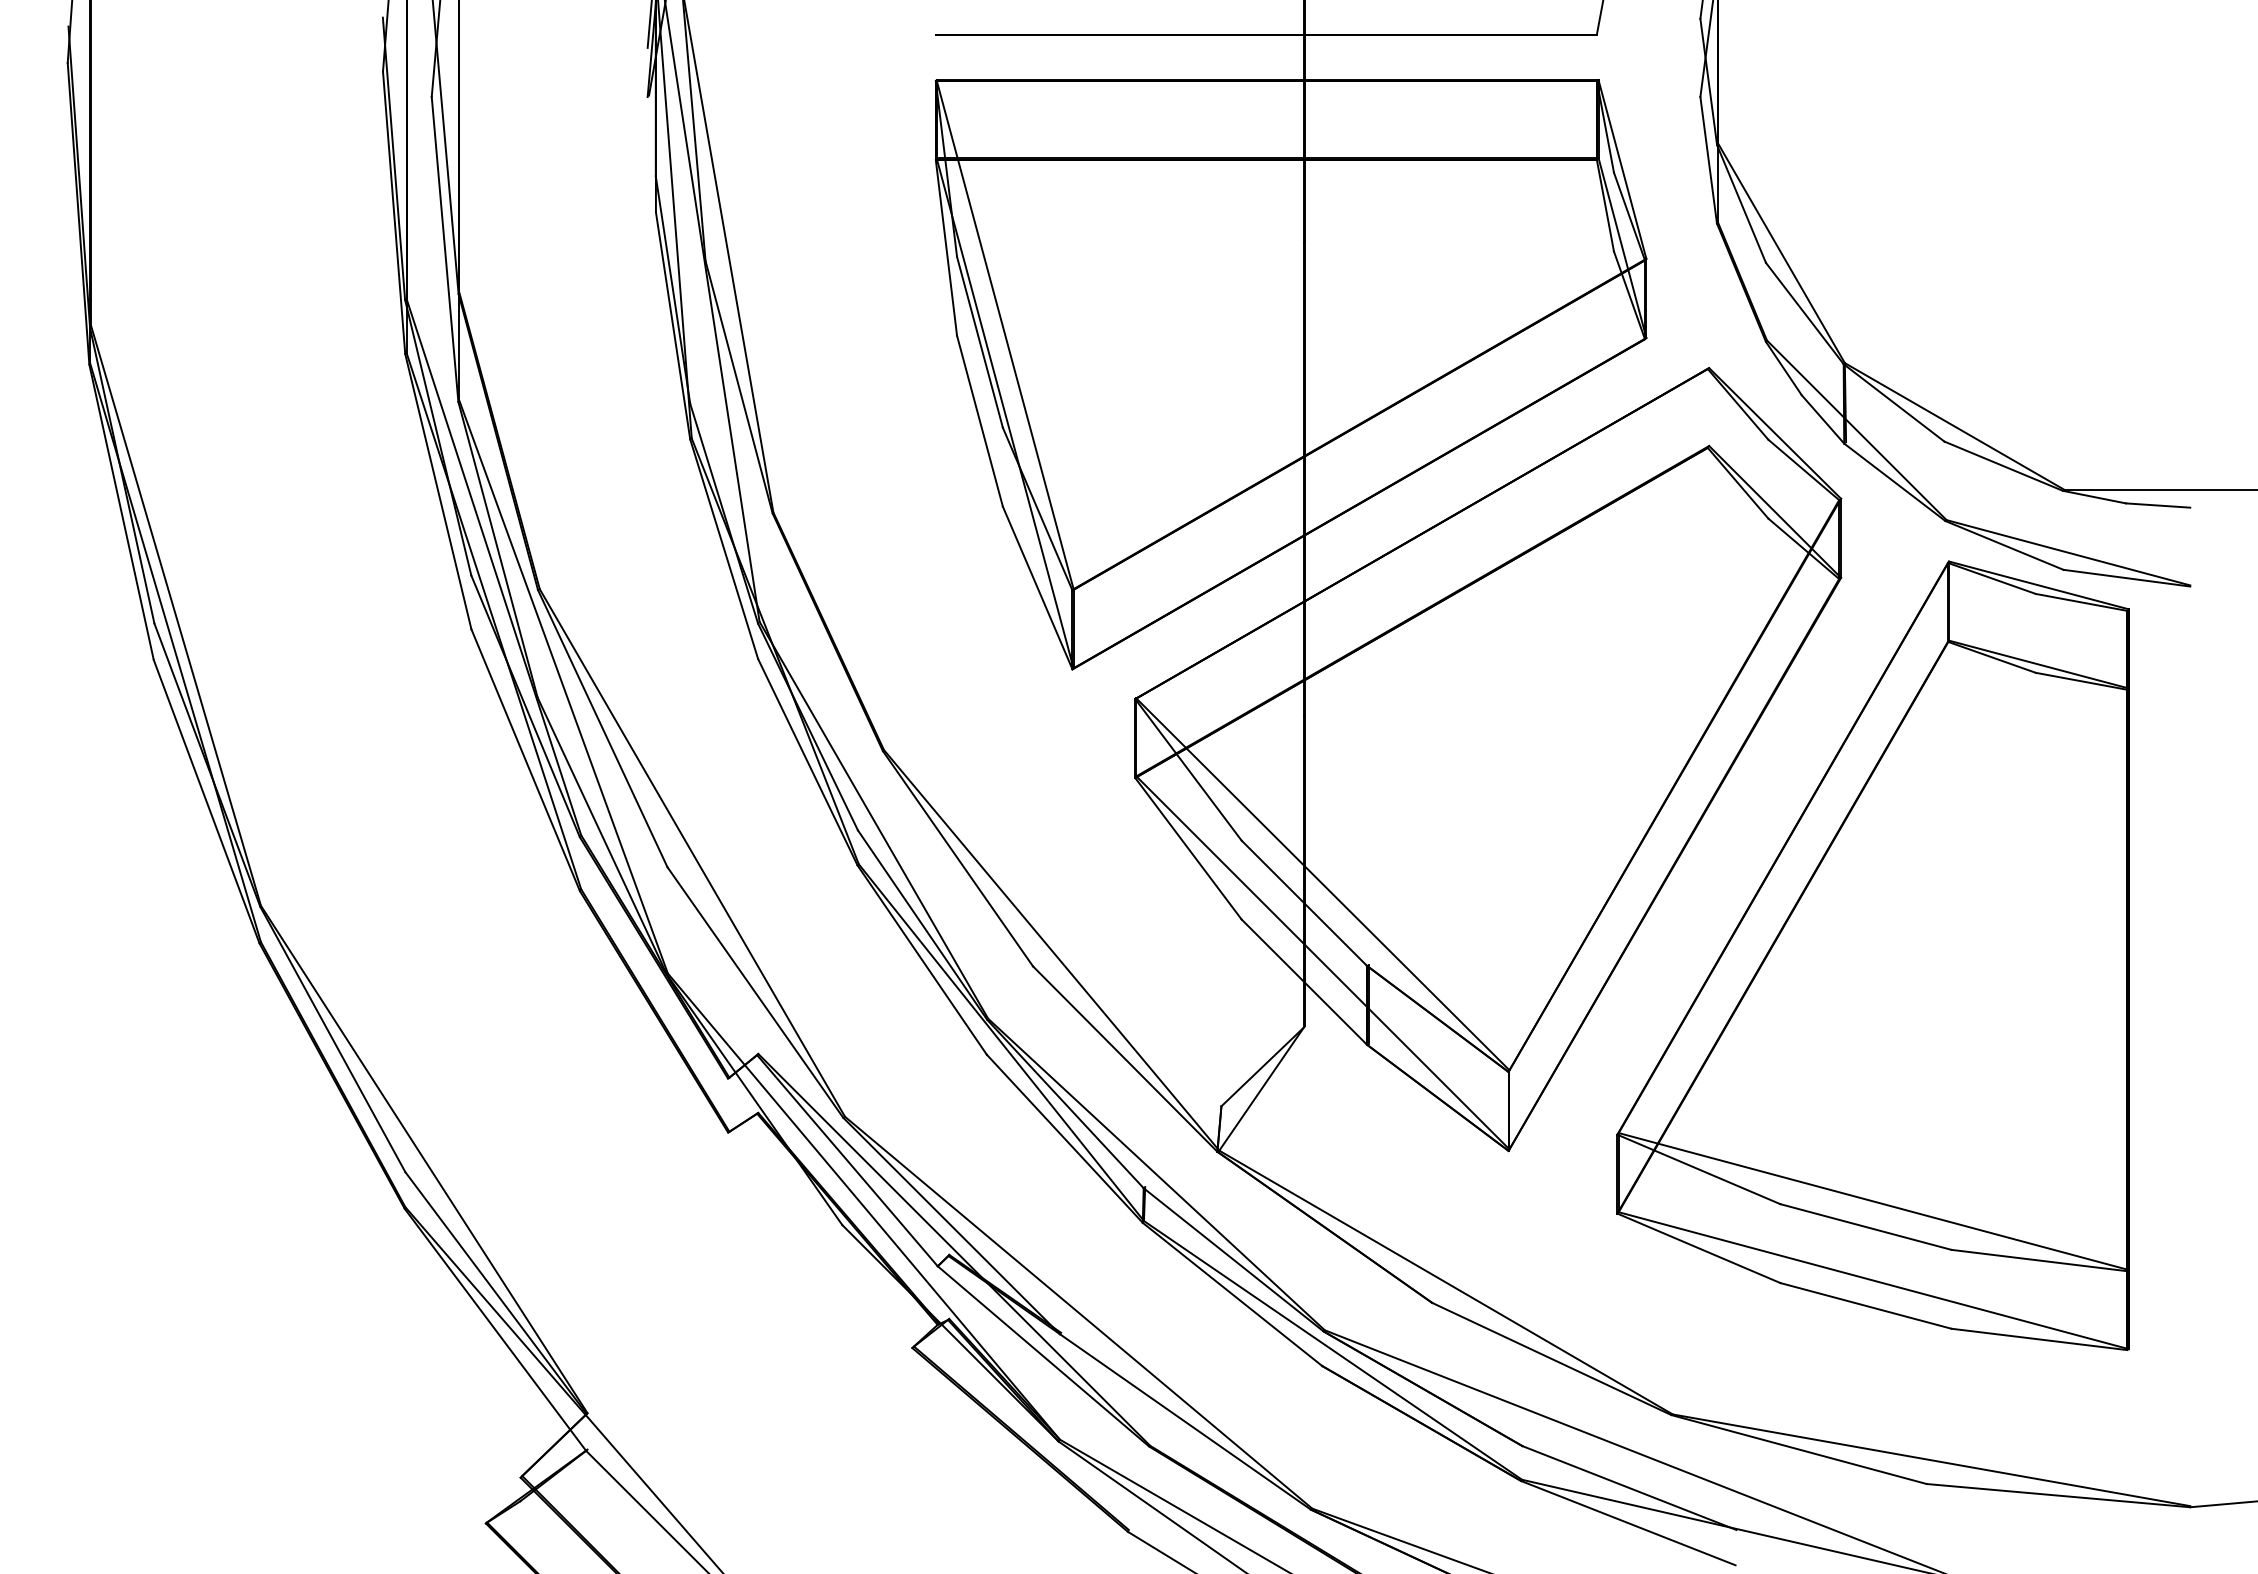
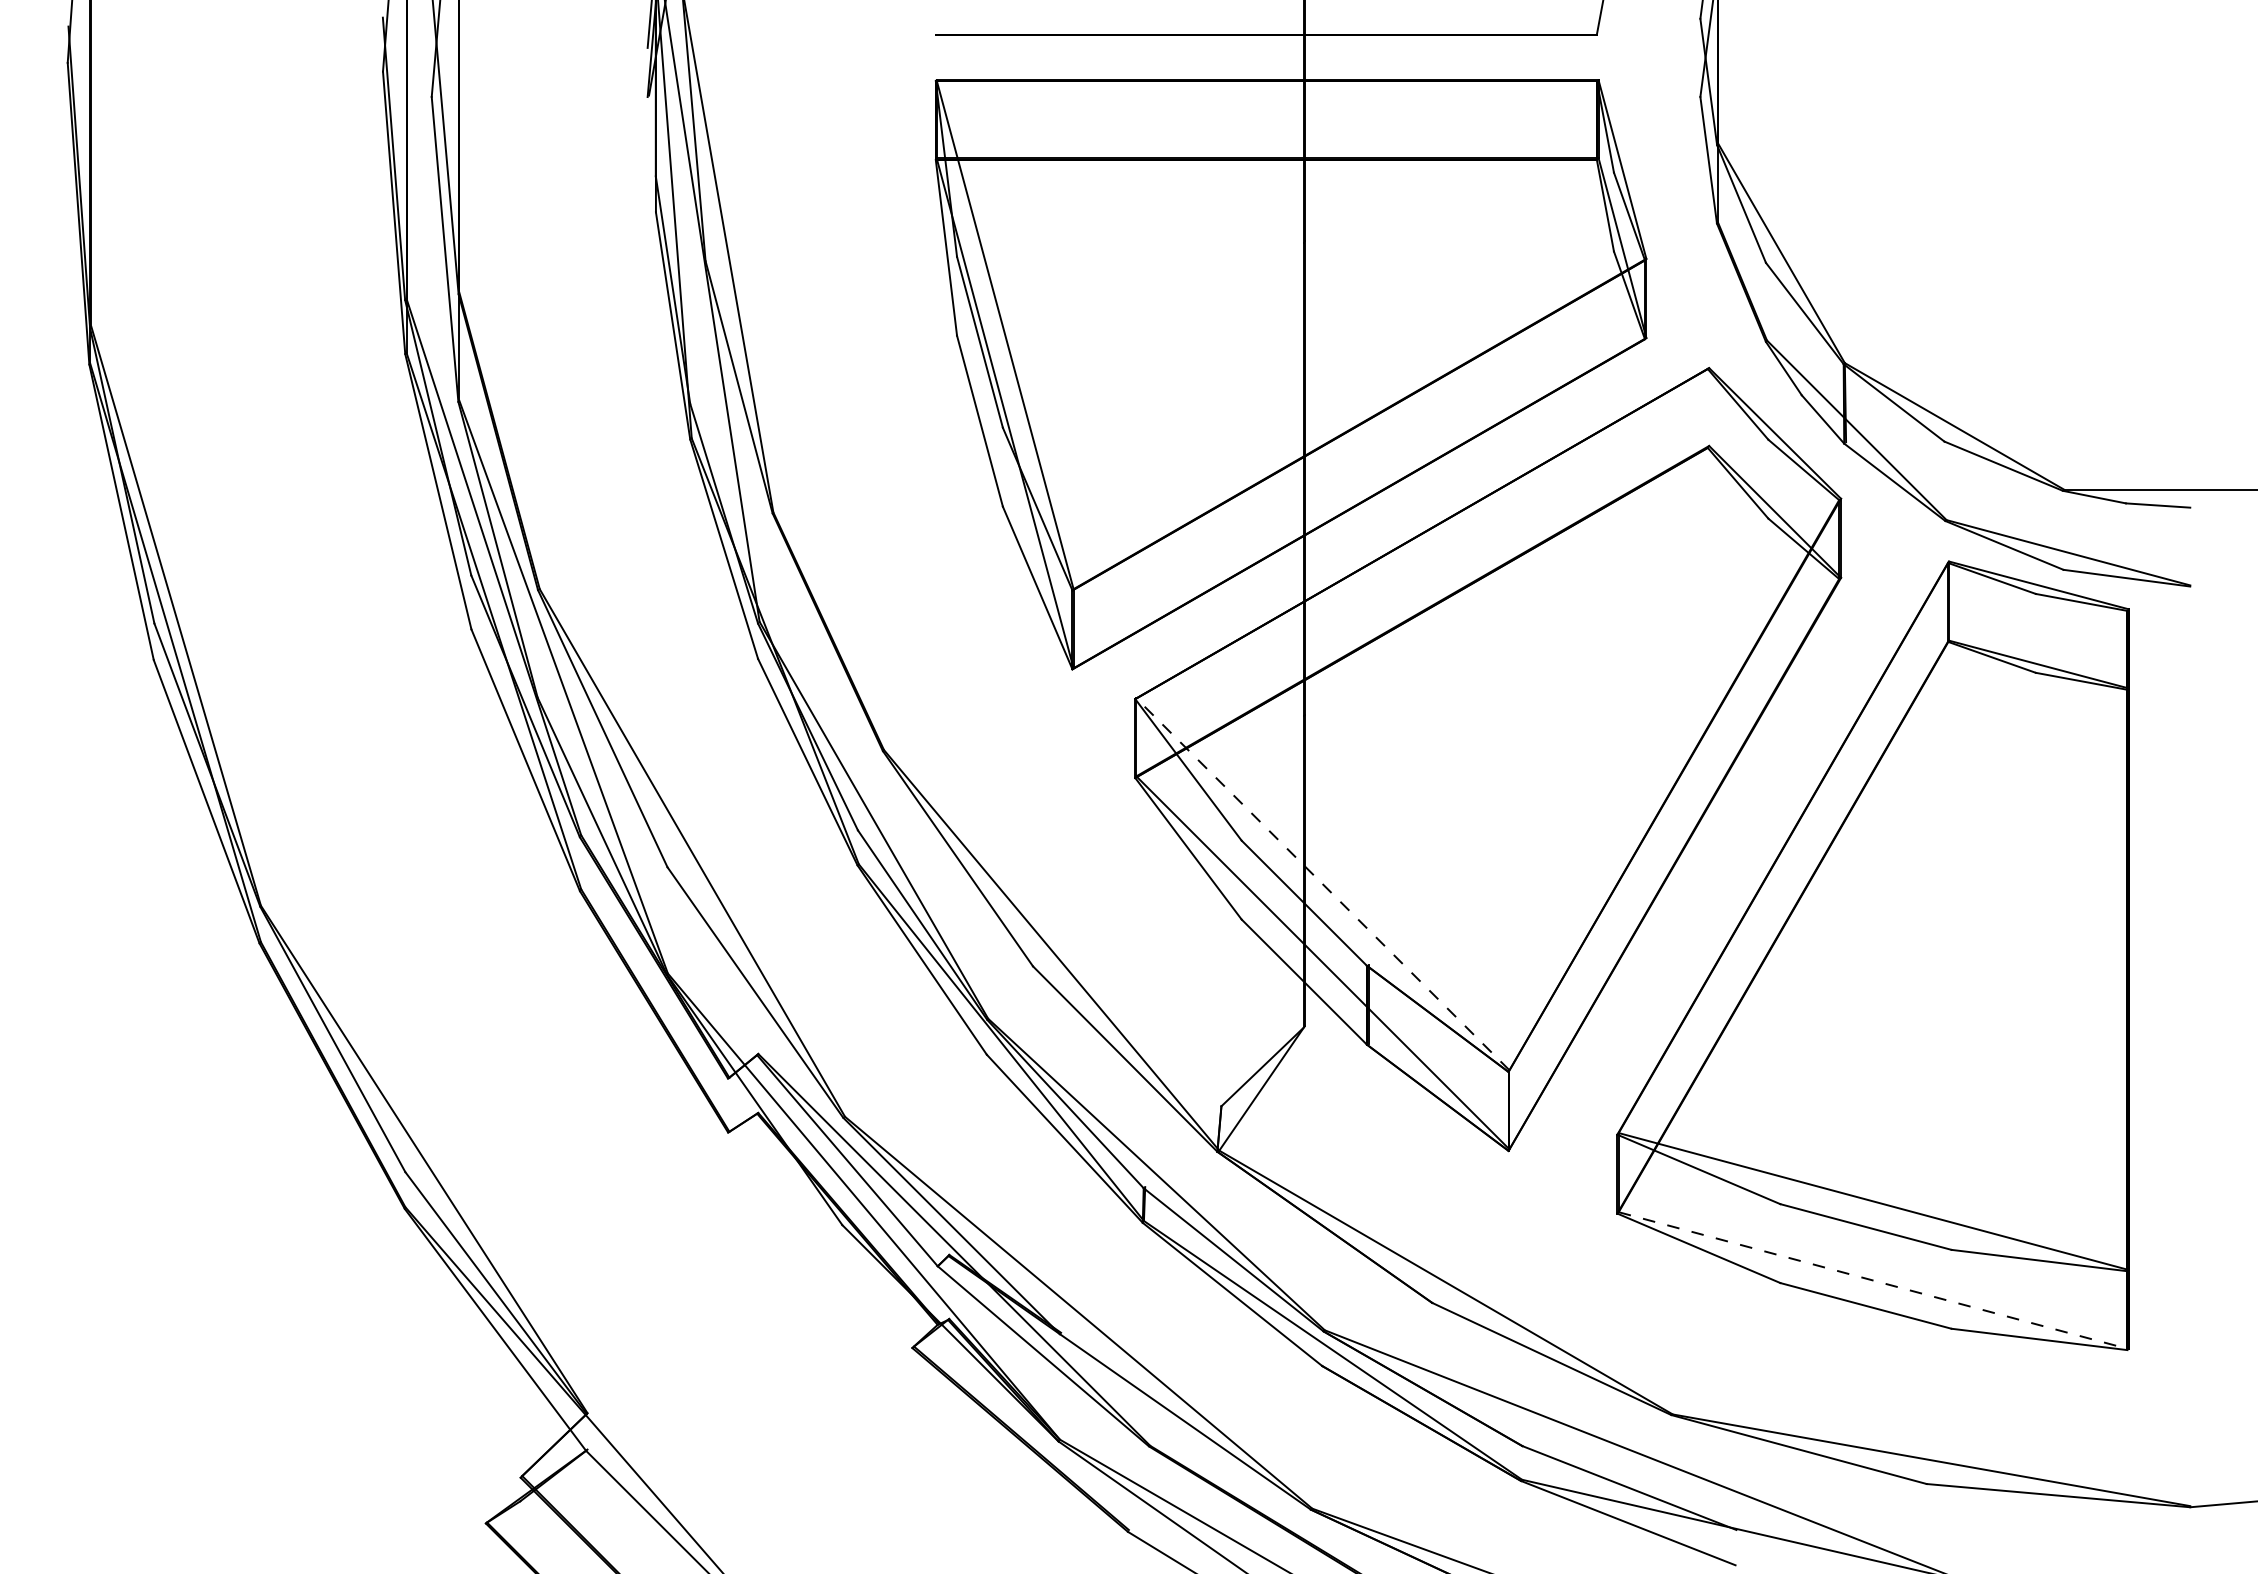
line at (1322, 884): solid -> dashed
line at (1874, 1280): solid -> dashed
